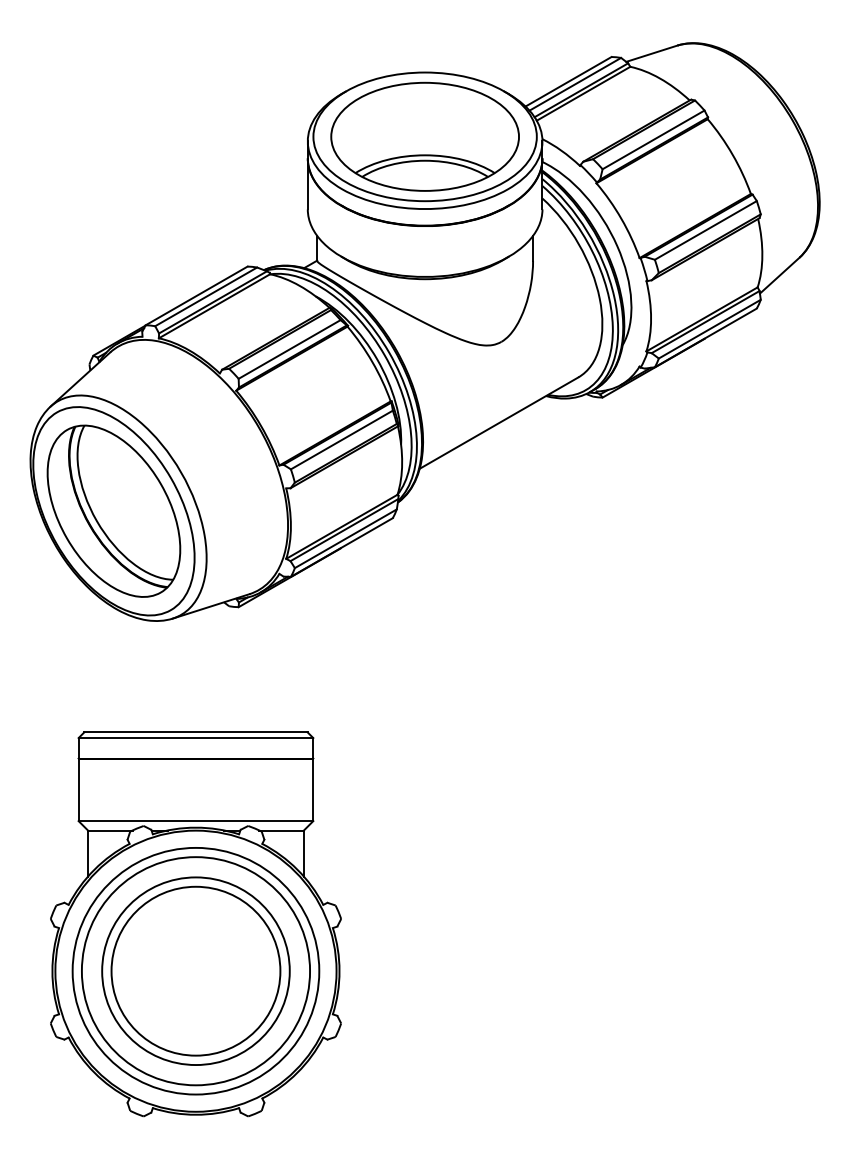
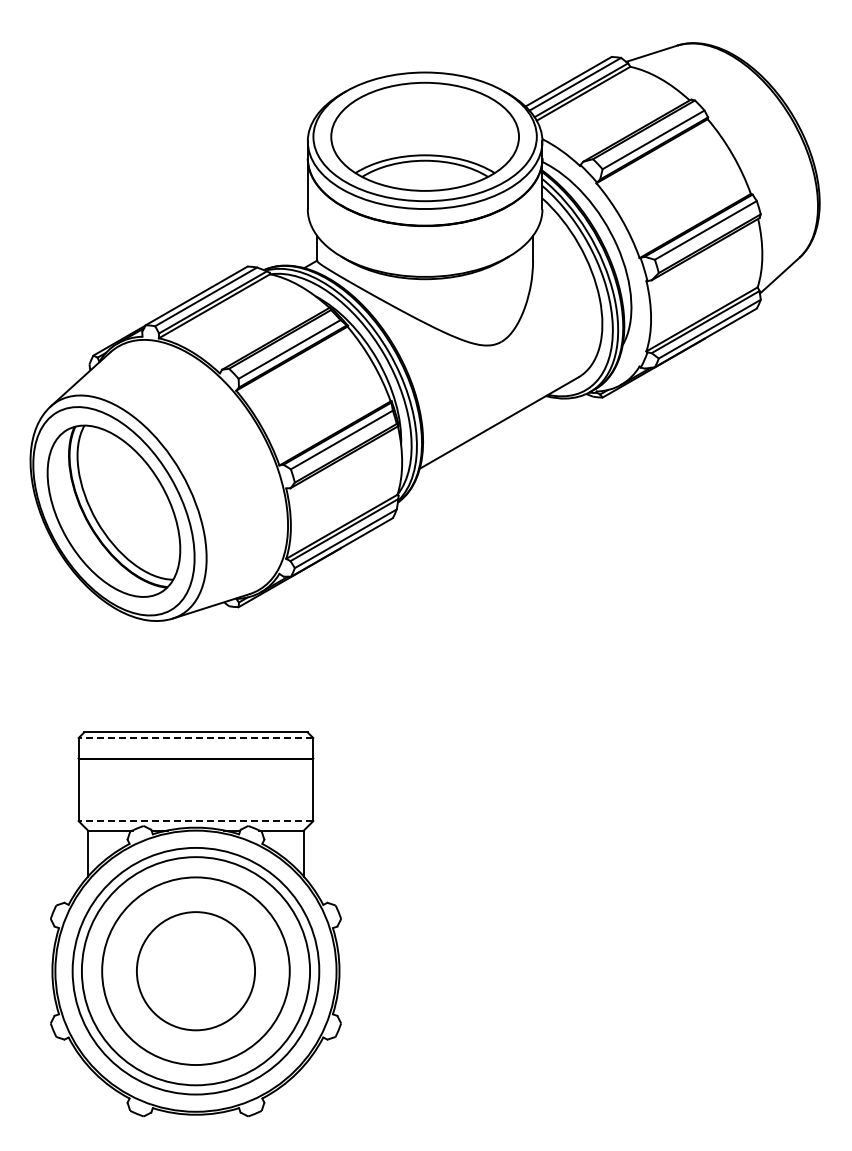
line at (195, 738): solid -> dashed
line at (195, 821): solid -> dashed
circle at (195, 970) diameter: 169 px -> 118 px
